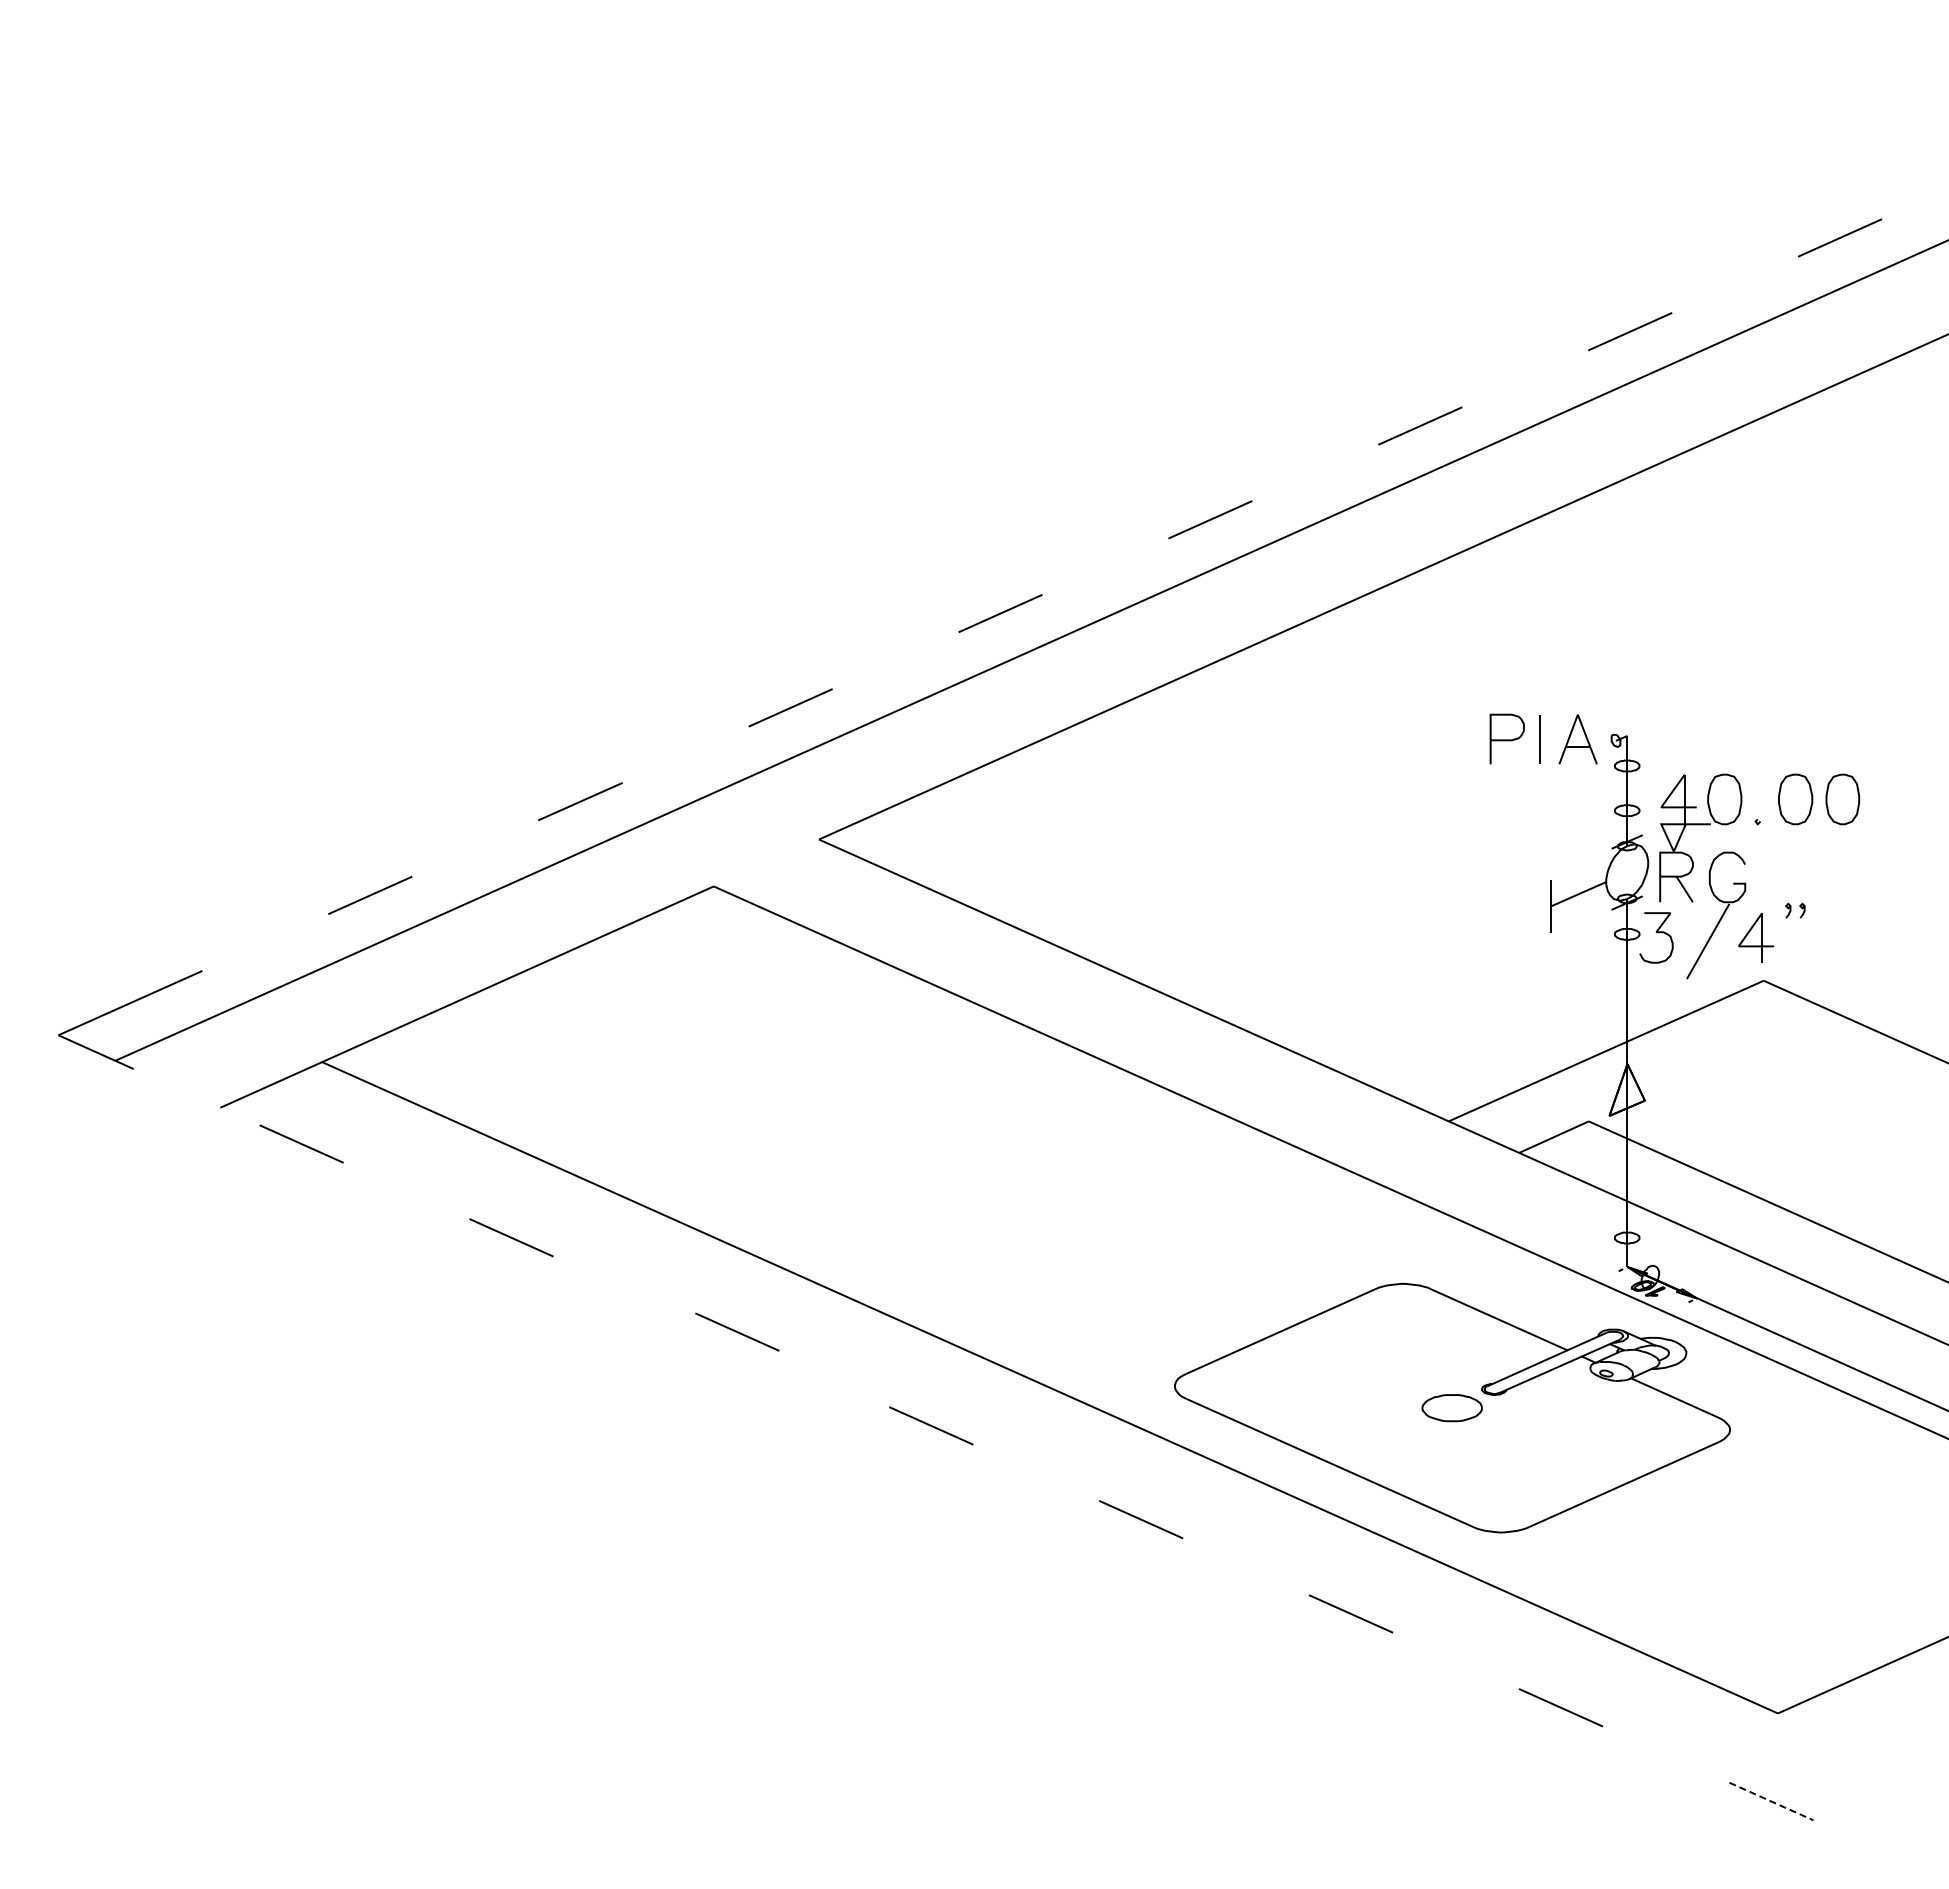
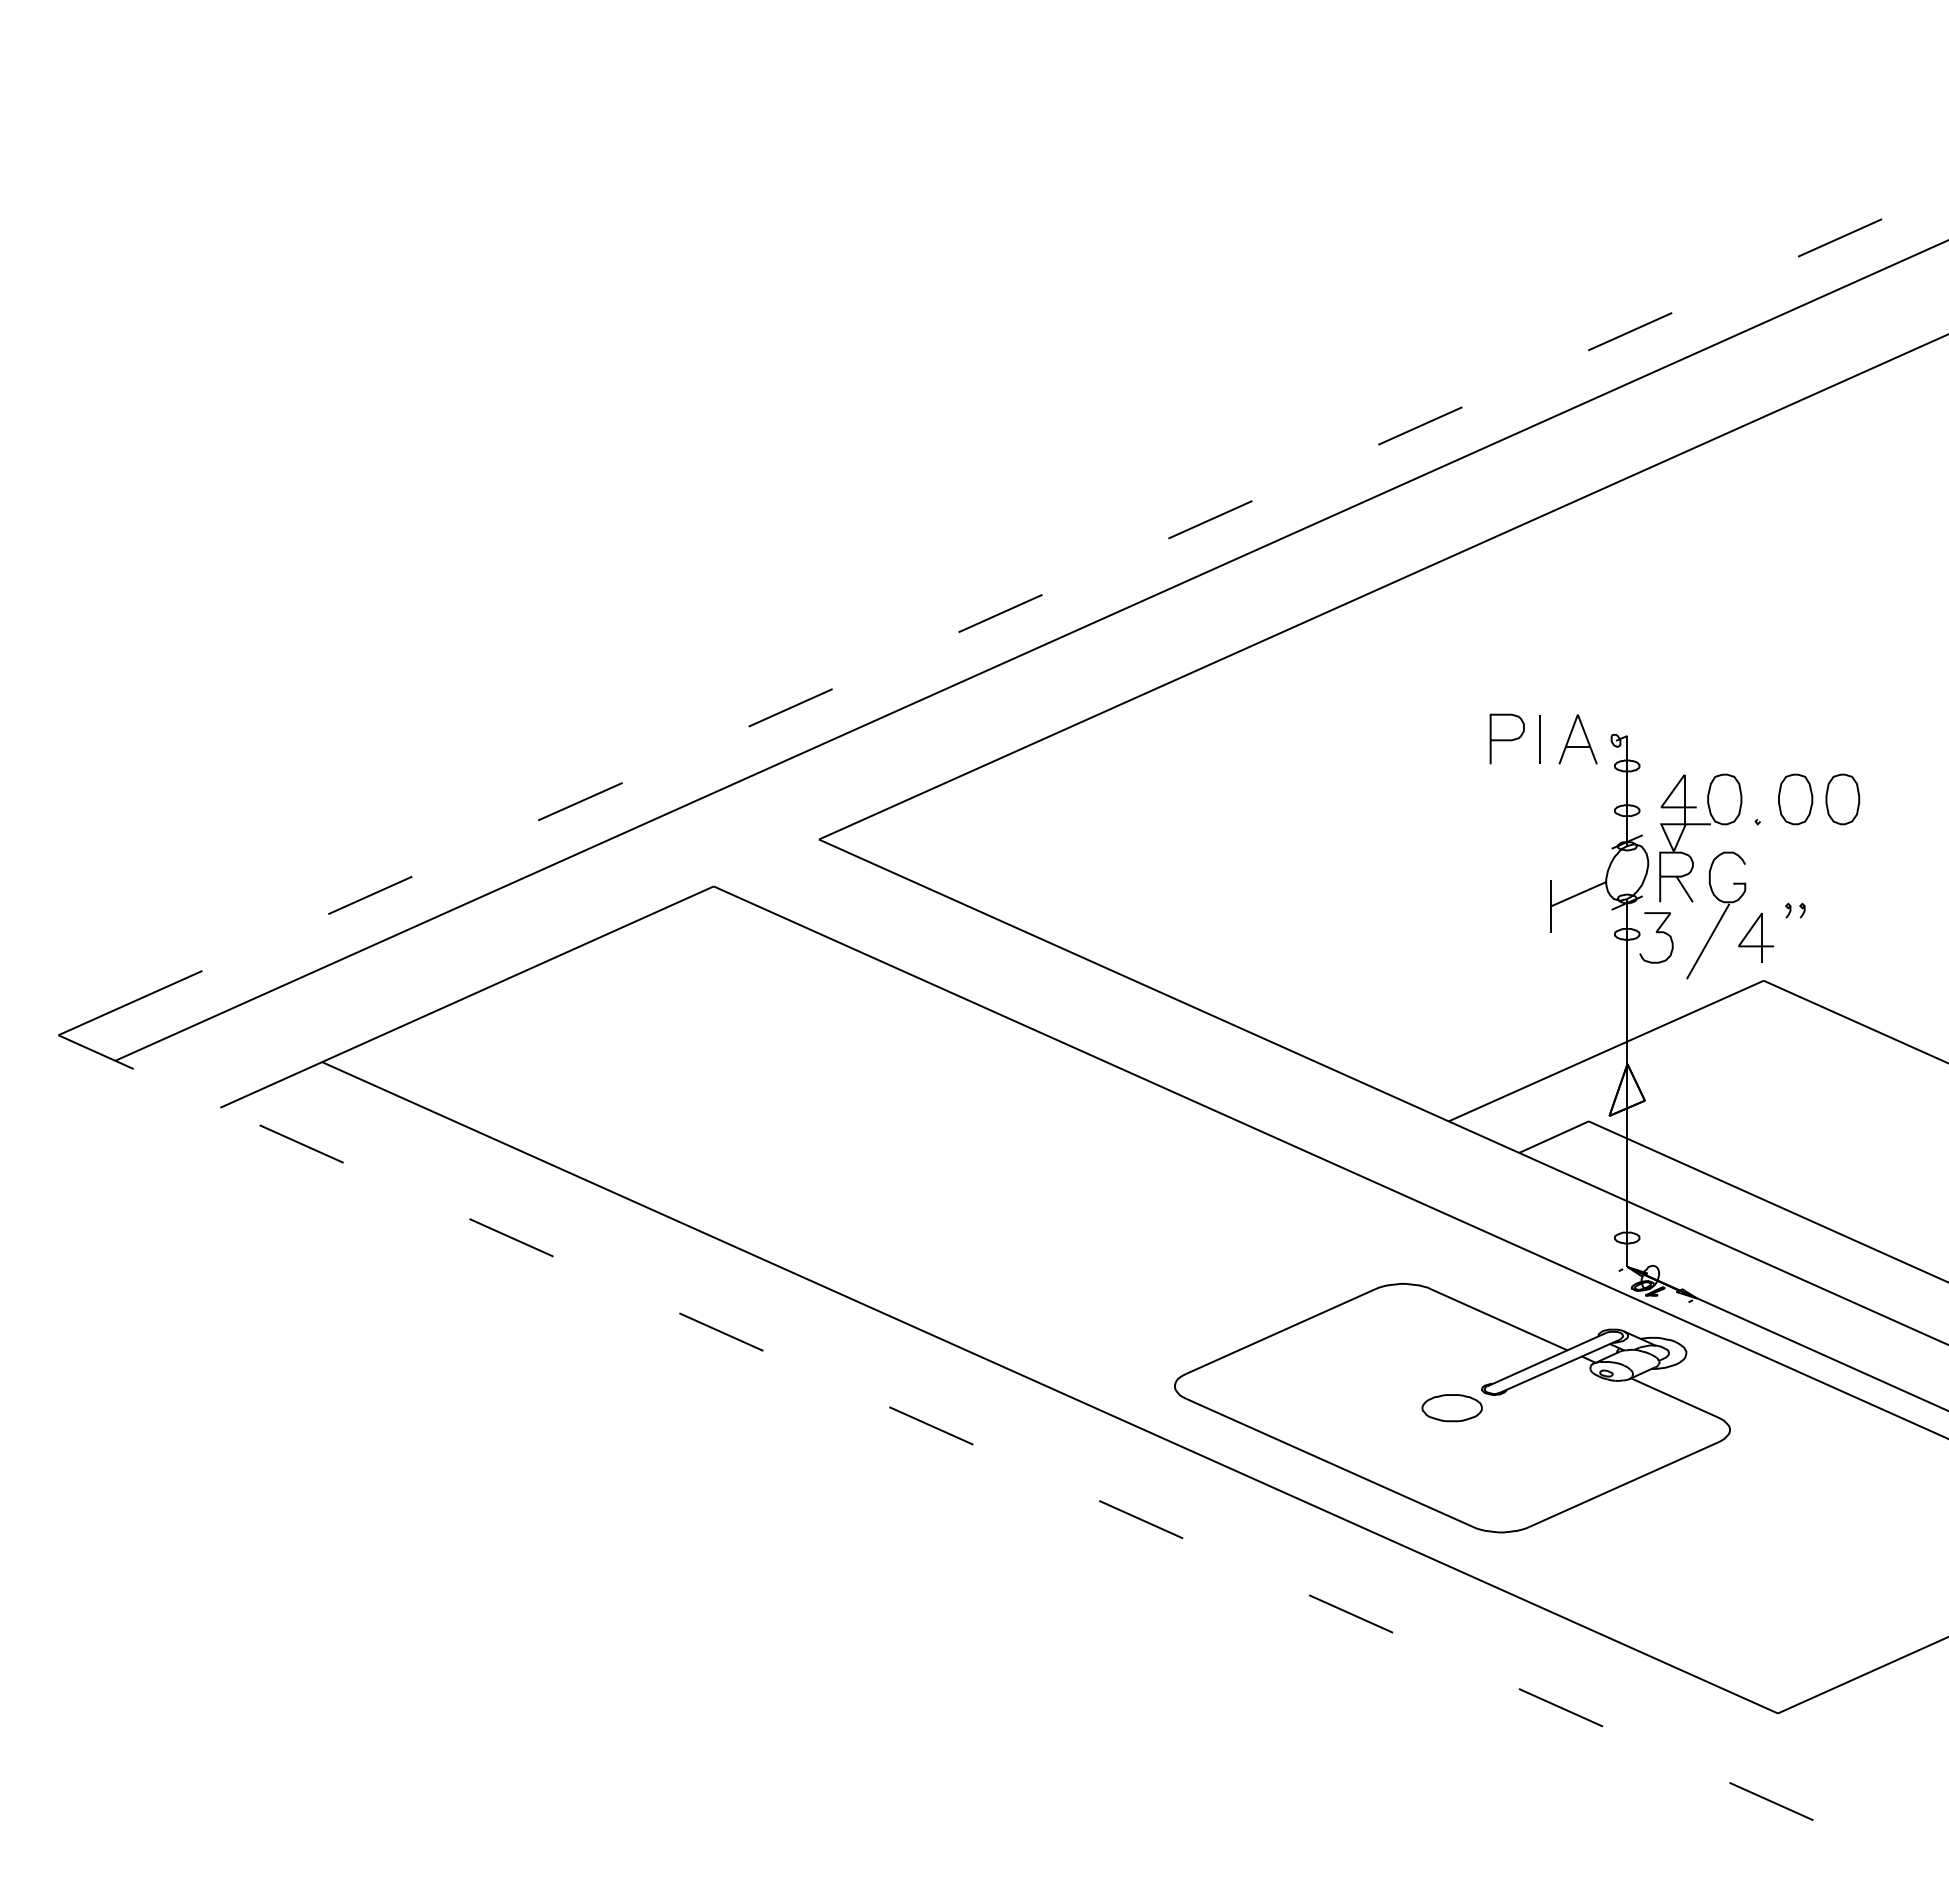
line at (737, 1331) position: (737, 1331) -> (721, 1331)
line at (1771, 1801): dashed -> solid
